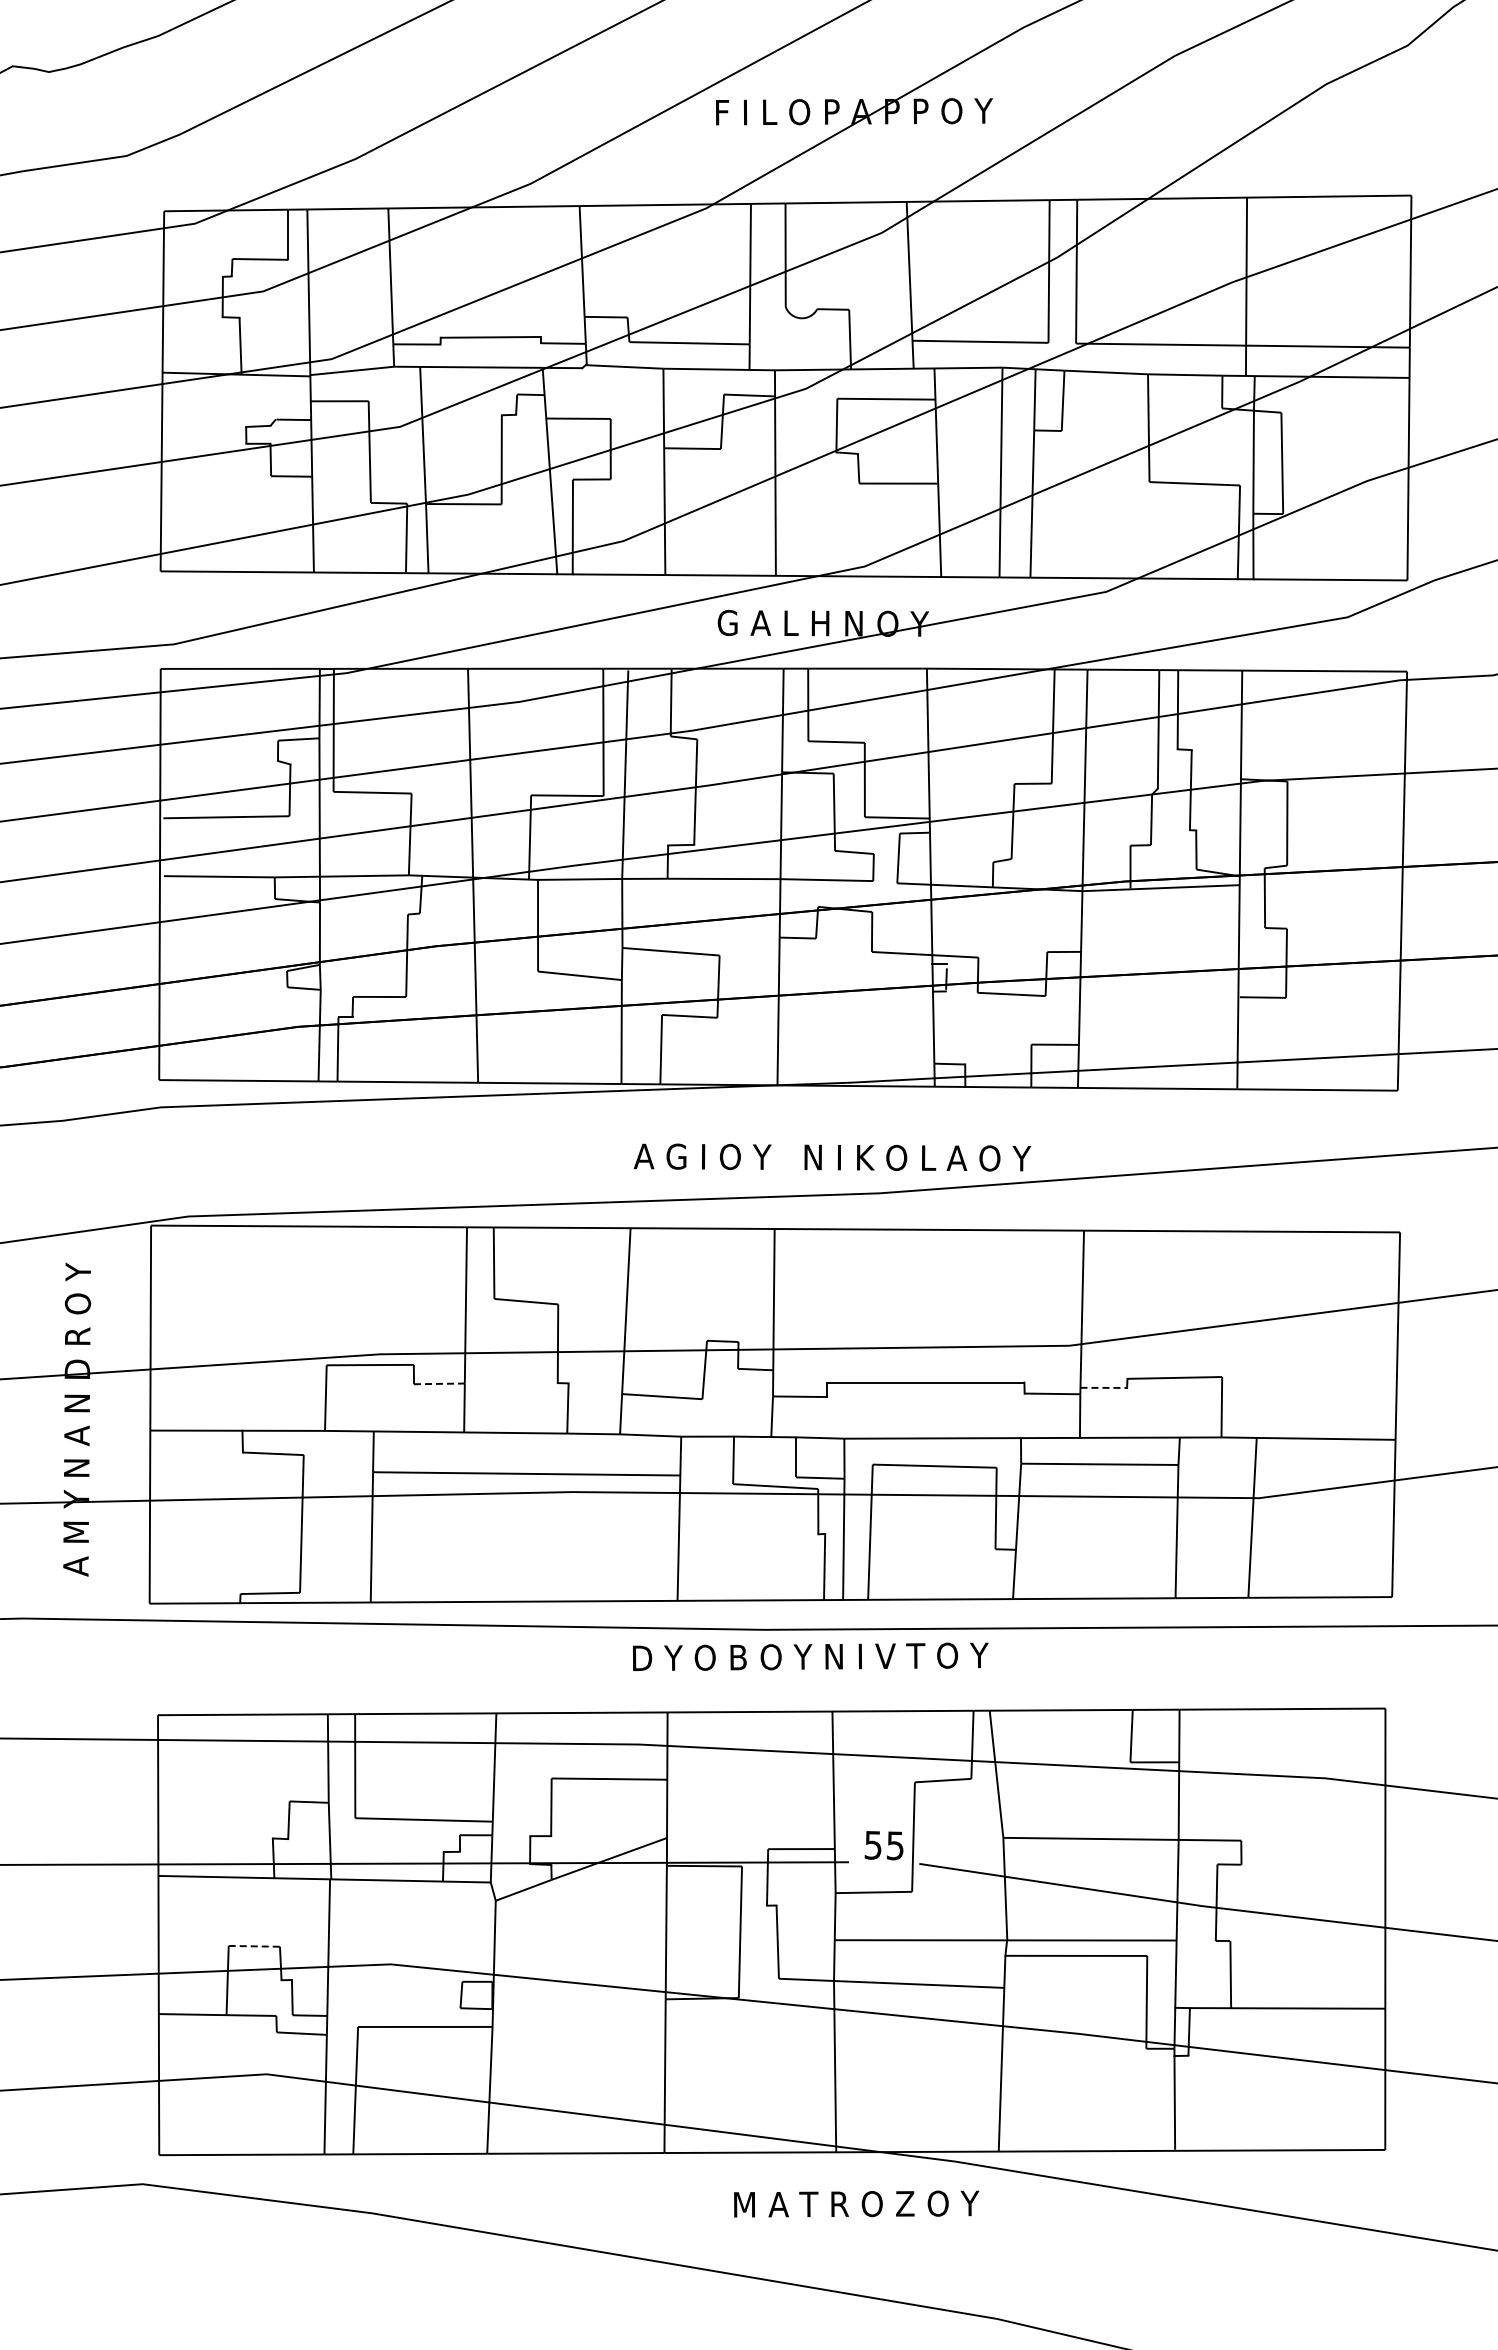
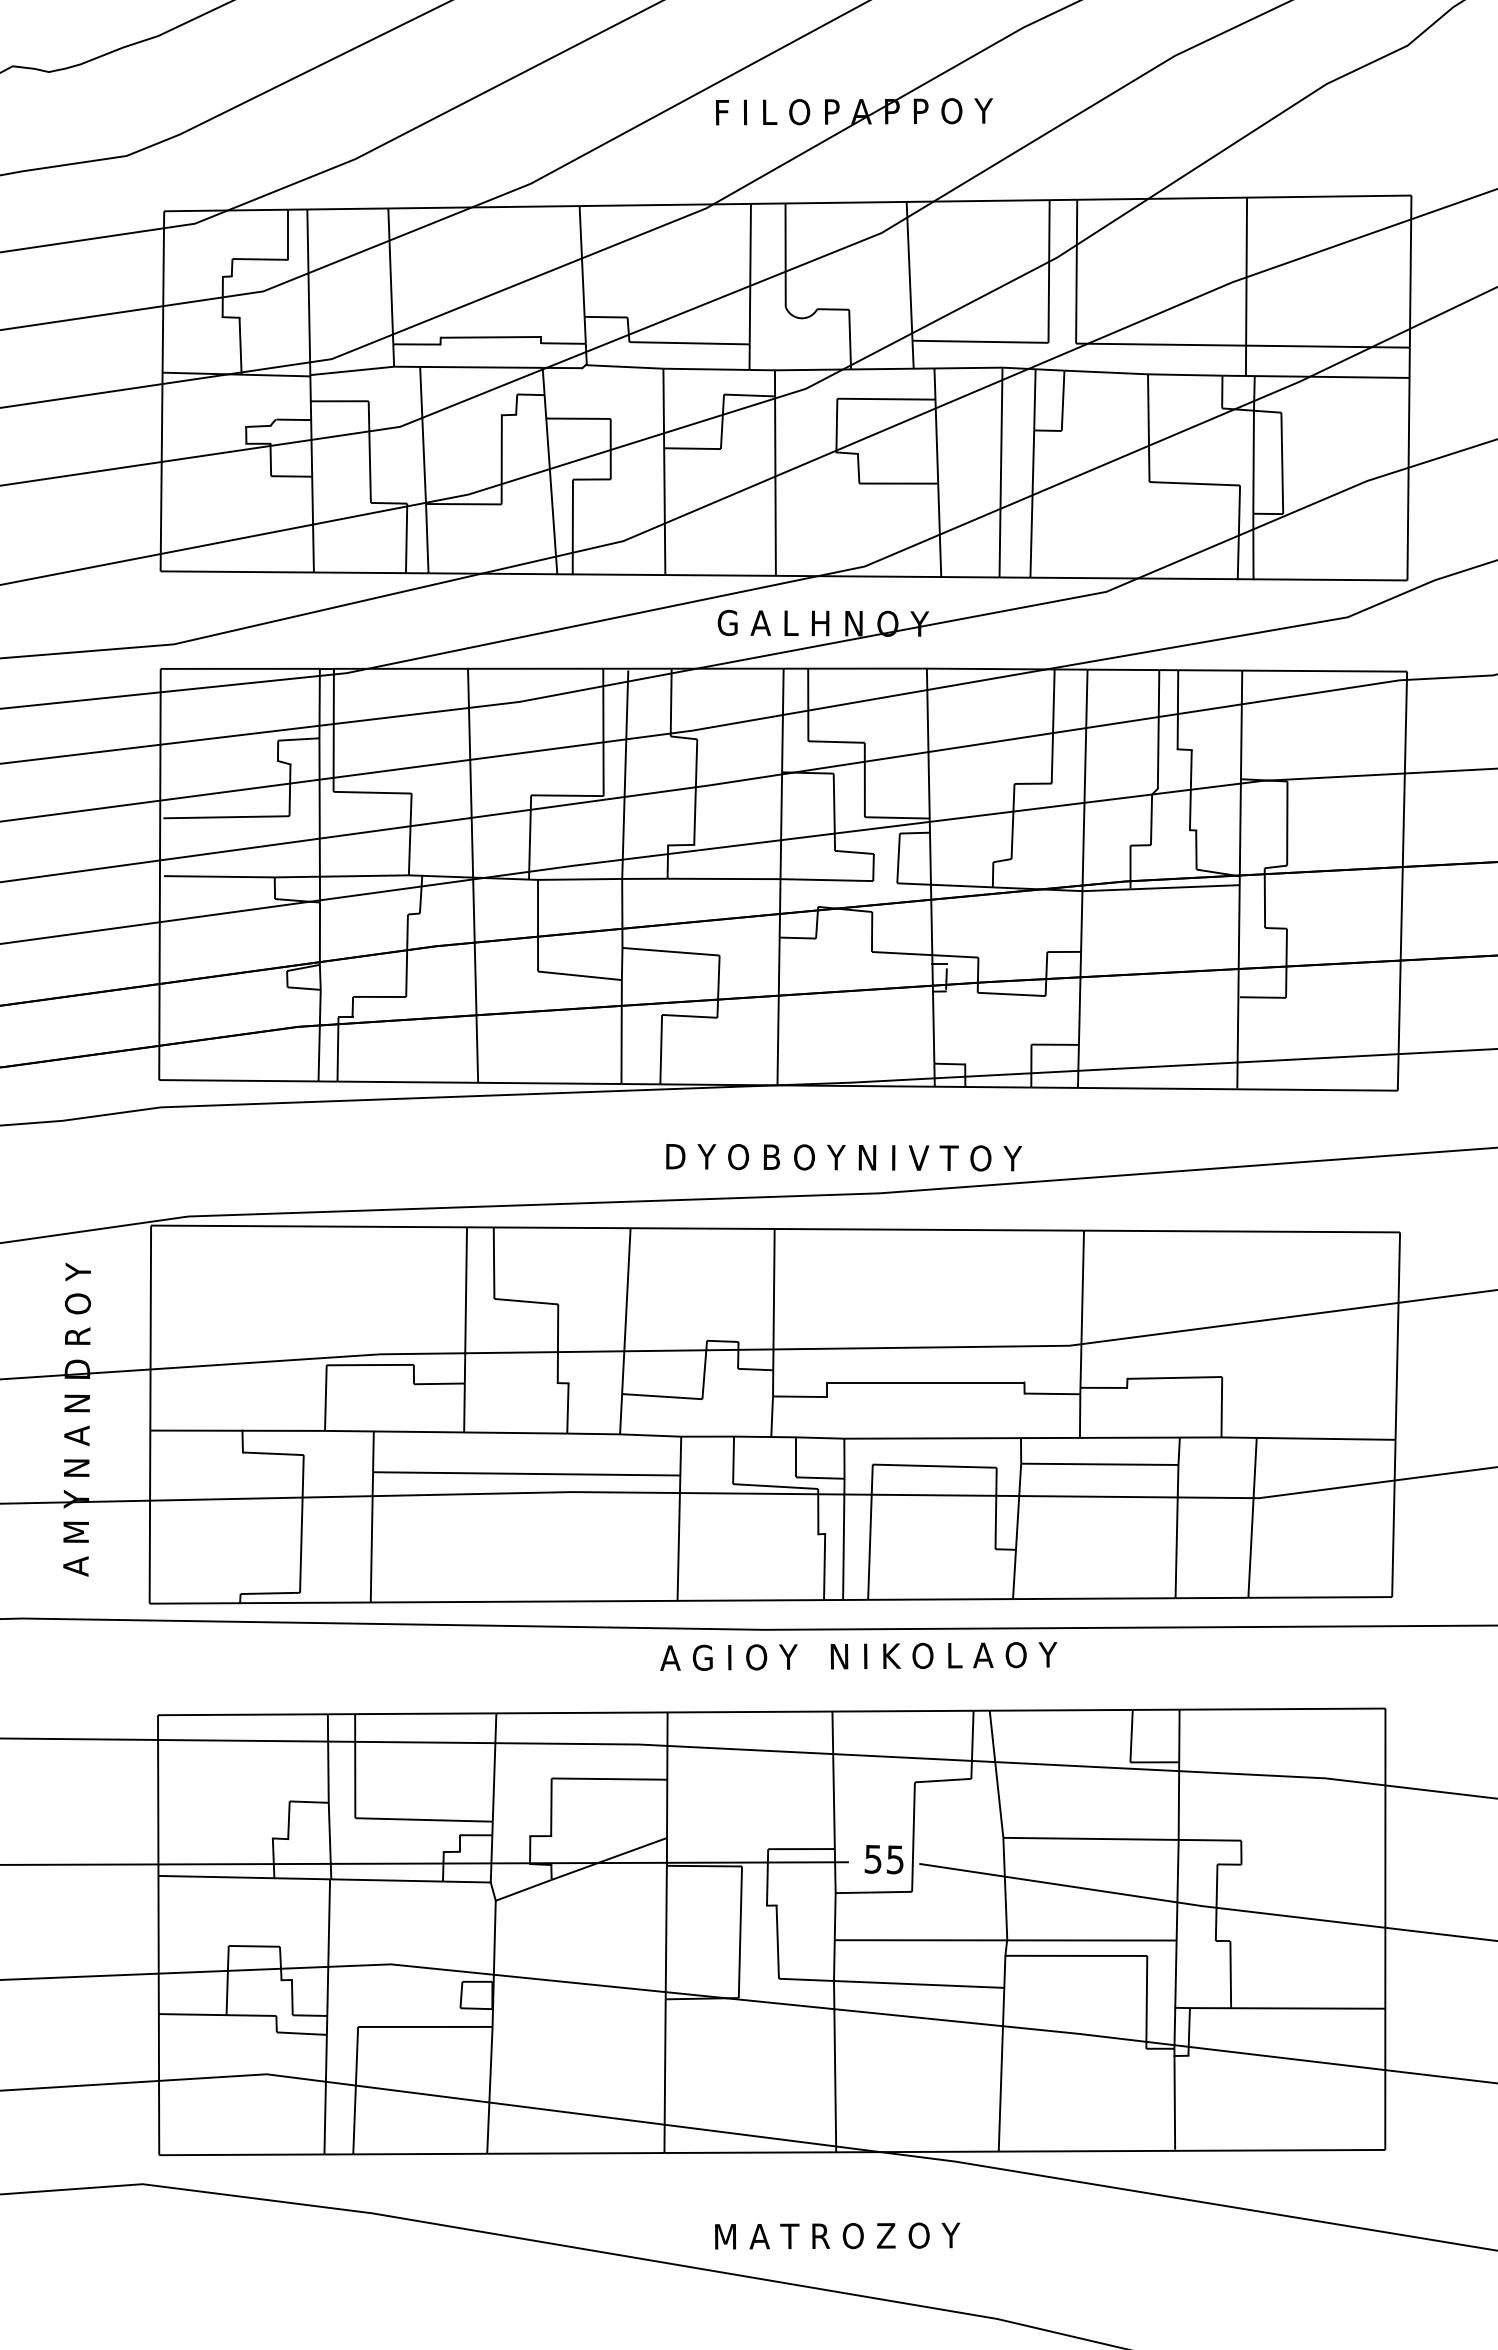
text at (832, 1157): A G I O Y   N I K O L A O Y -> D Y O B O Y N I V T O Y
line at (440, 1383): dashed -> solid
line at (1104, 1387): dashed -> solid
text at (844, 1656): D Y O B O Y N I V T O Y -> A G I O Y   N I K O L A O Y
text at (883, 1845) position: (883, 1845) -> (883, 1859)
line at (254, 1946): dashed -> solid
text at (856, 2203) position: (856, 2203) -> (837, 2235)
